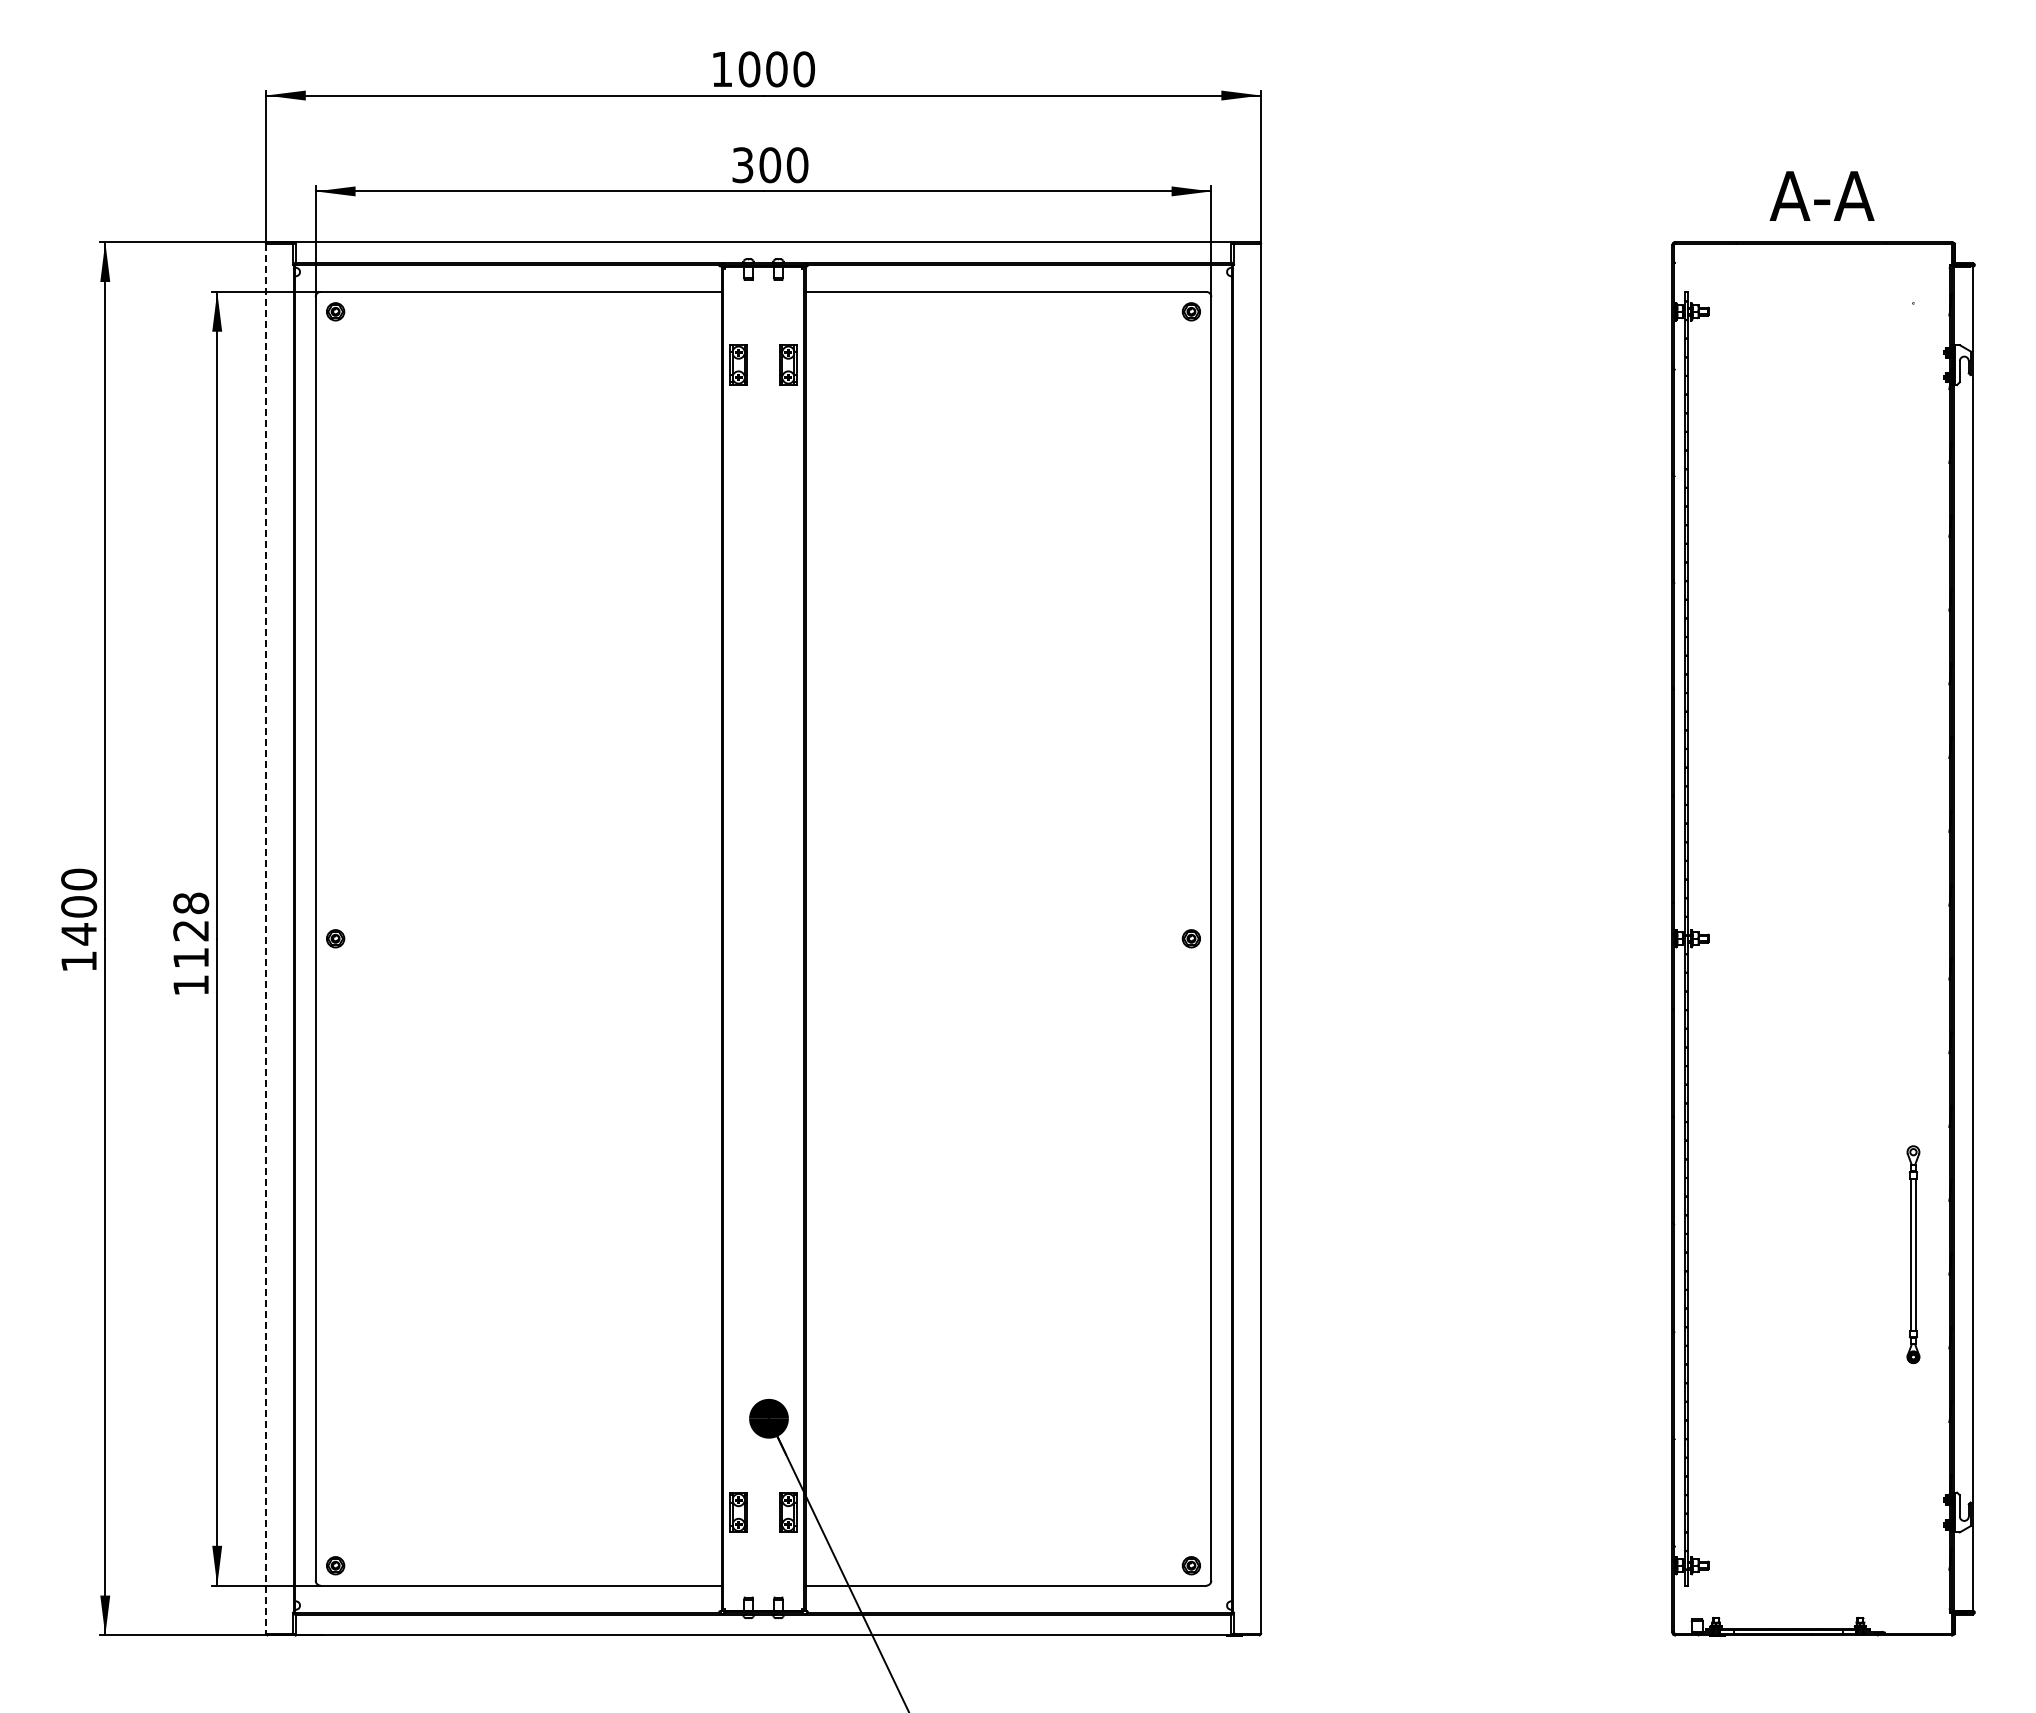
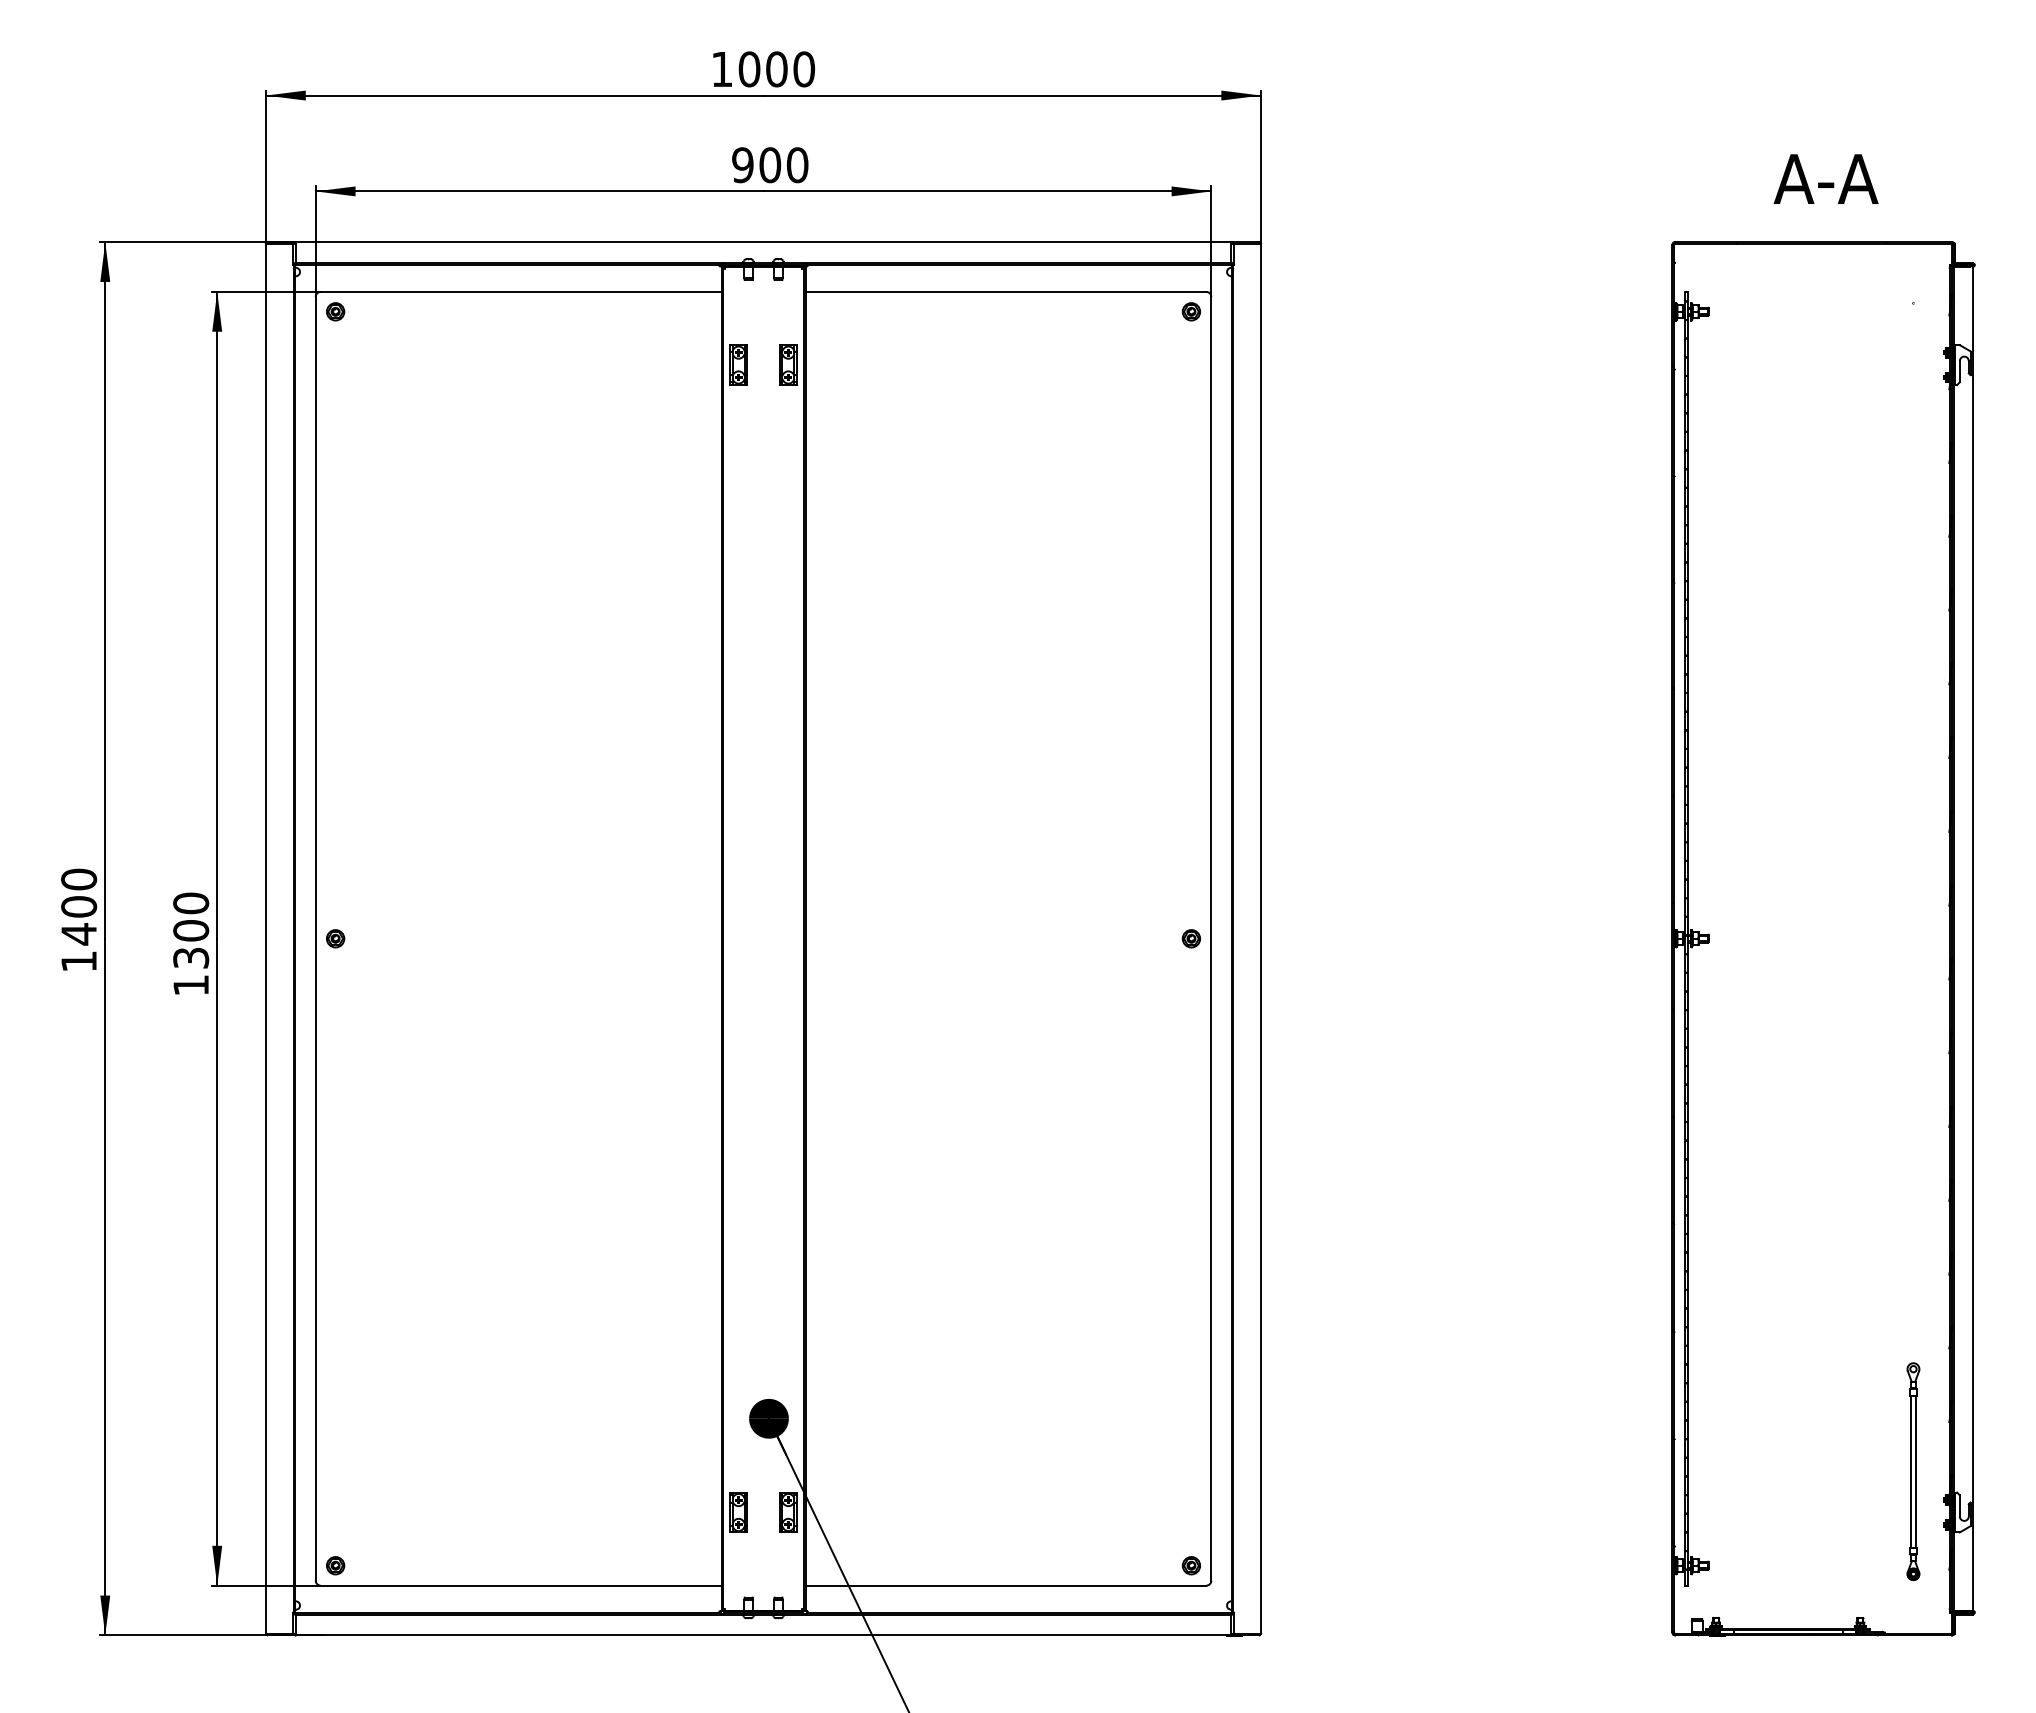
text at (742, 165): 300 -> 900
text at (1821, 195) position: (1821, 195) -> (1825, 178)
text at (191, 930): 1128 -> 1300
line at (265, 939): dashed -> solid
part at (1913, 1254) position: (1913, 1254) -> (1913, 1471)
